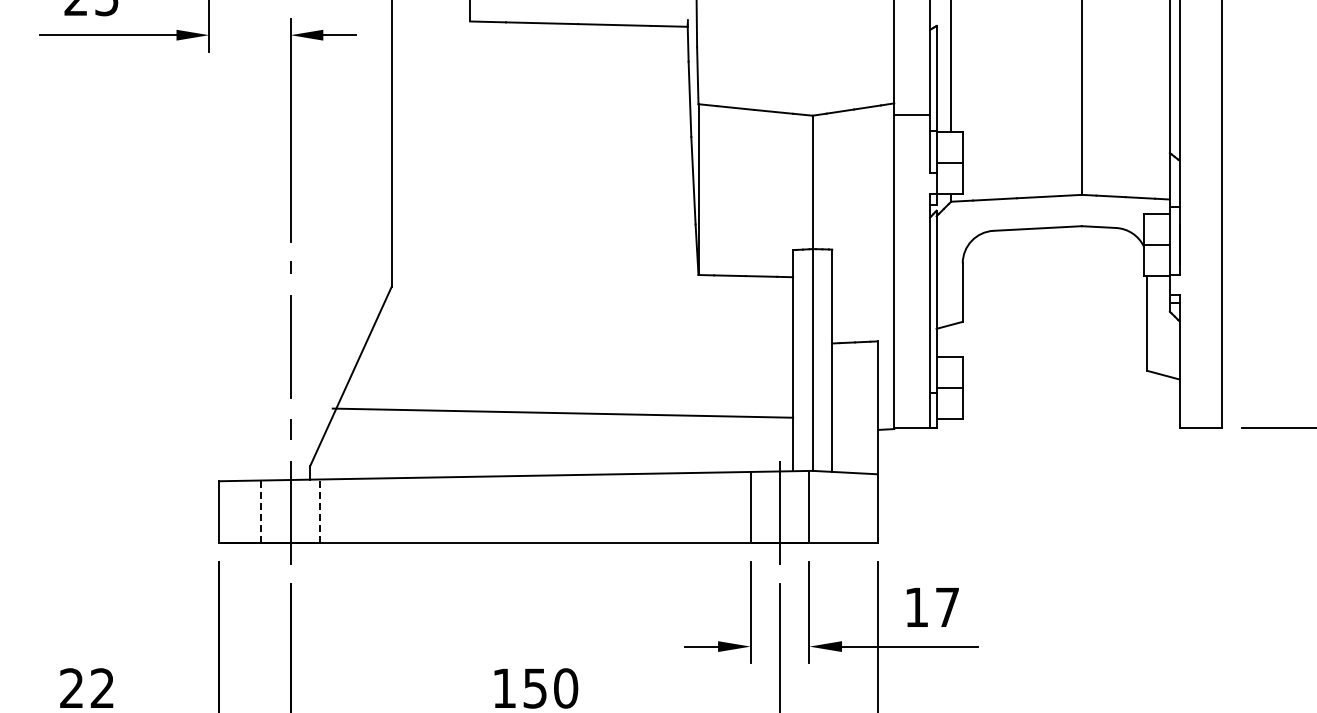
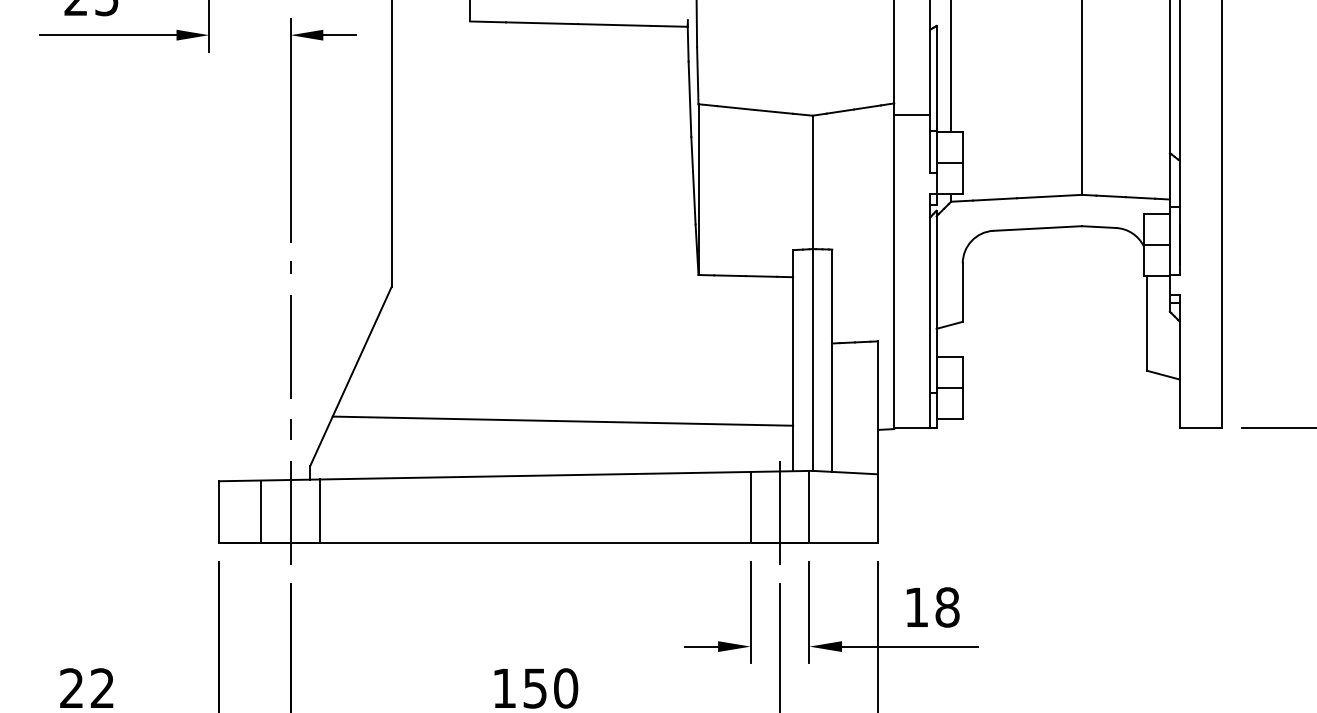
line at (562, 412) position: (562, 412) -> (562, 420)
line at (261, 511): dashed -> solid
line at (320, 511): dashed -> solid
text at (947, 607): 17 -> 18
